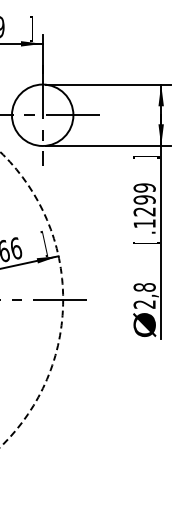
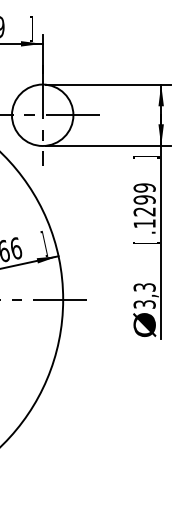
text at (144, 295): 2,8 -> 3,3
circle at (31, 299): dashed -> solid
